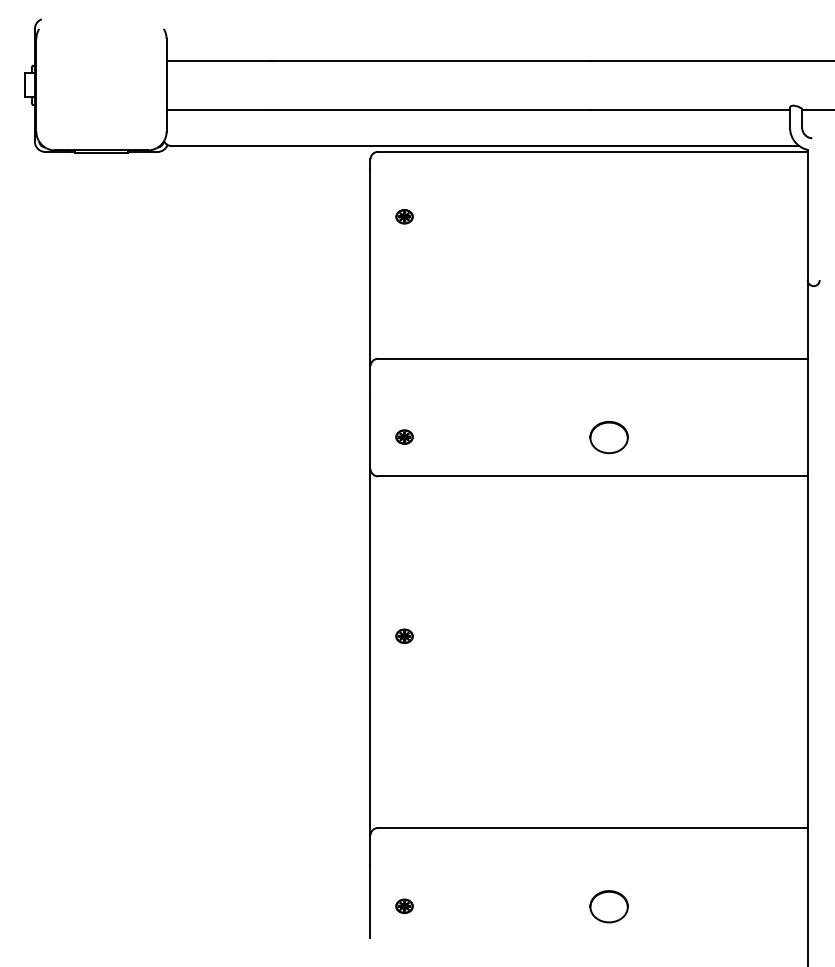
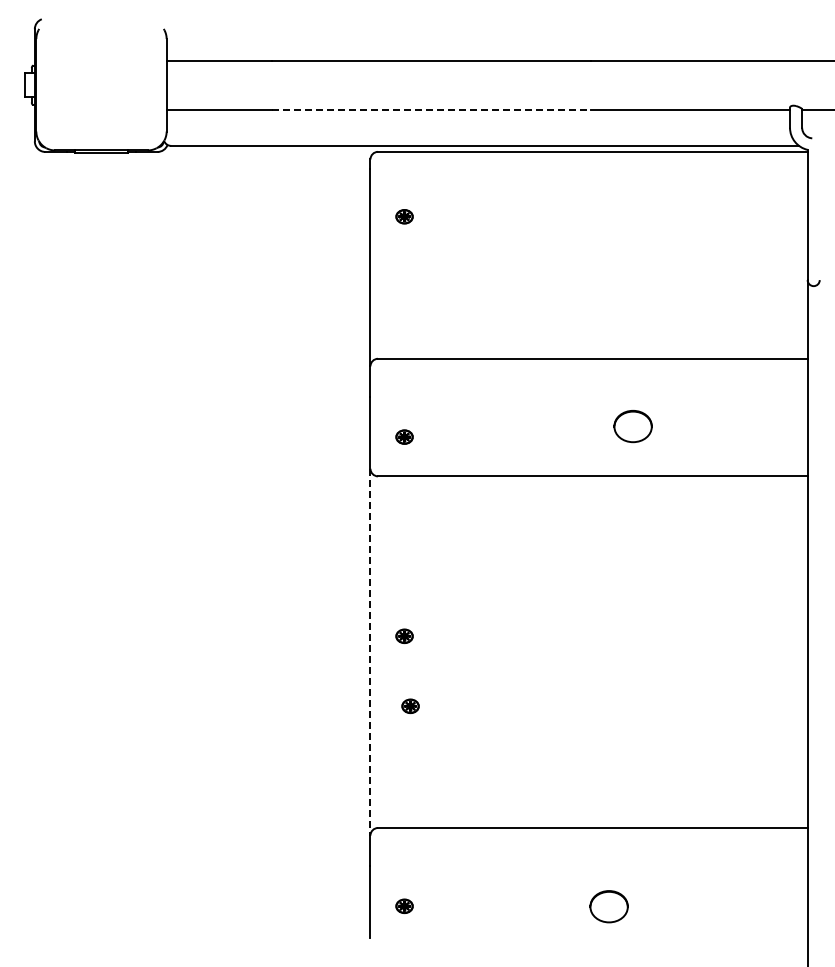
line at (431, 109): solid -> dashed
part at (608, 437) position: (608, 437) -> (632, 426)
line at (370, 652): solid -> dashed
part at (410, 705): none -> present
